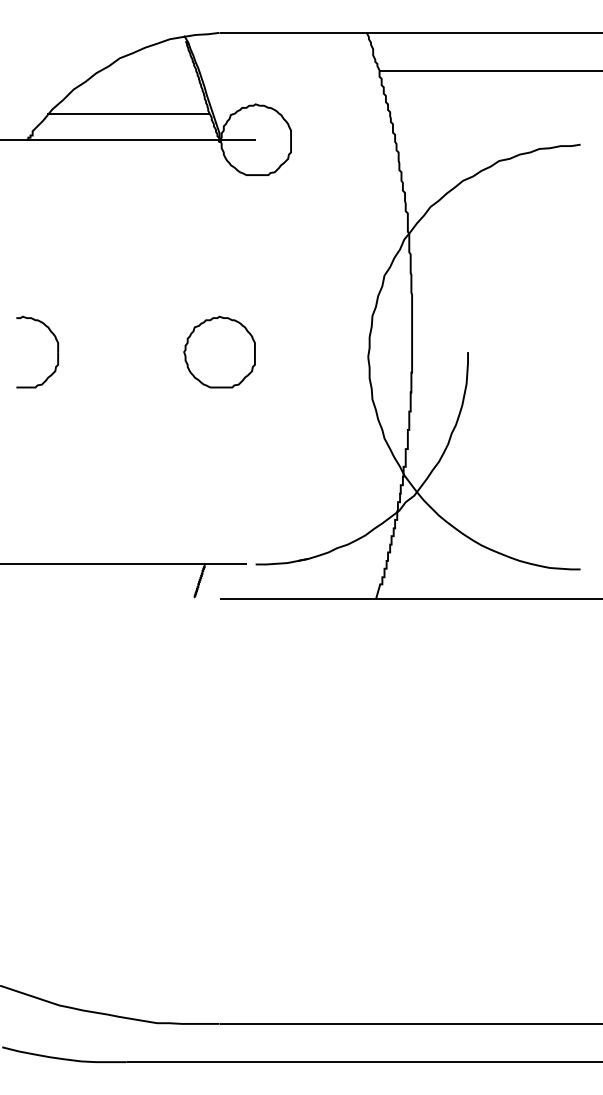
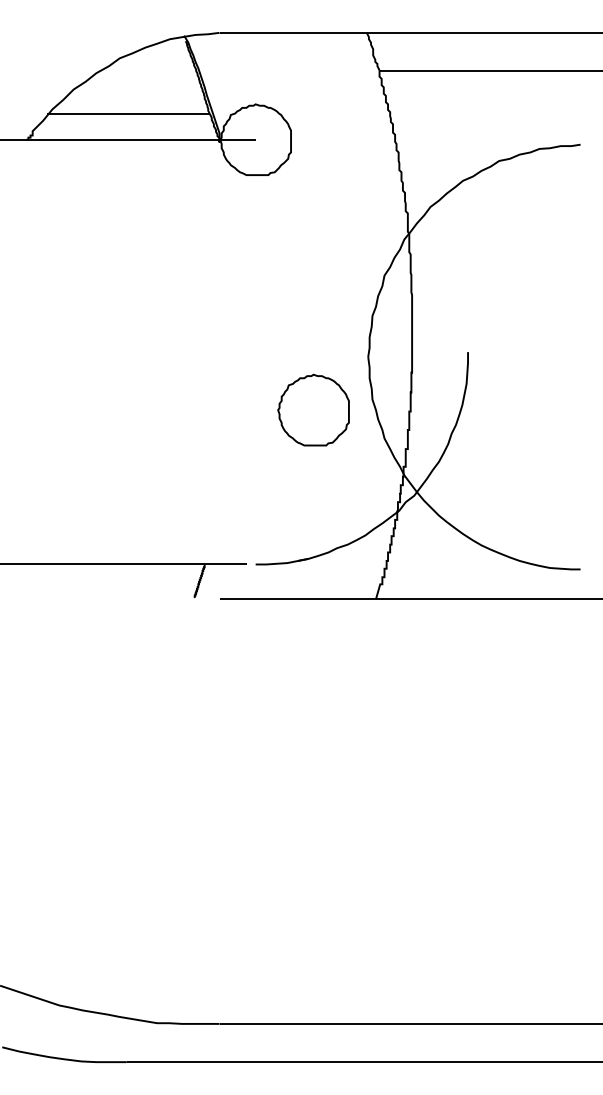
part at (57, 351): present -> none
part at (219, 351) position: (219, 351) -> (313, 409)
